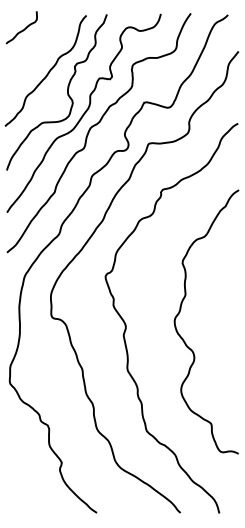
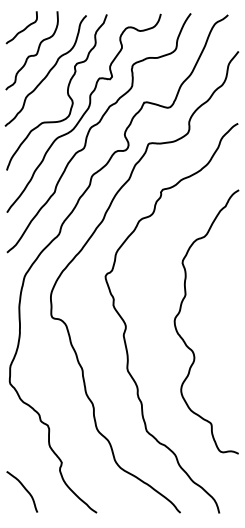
curve at (32, 54): none -> present
curve at (24, 489): none -> present
